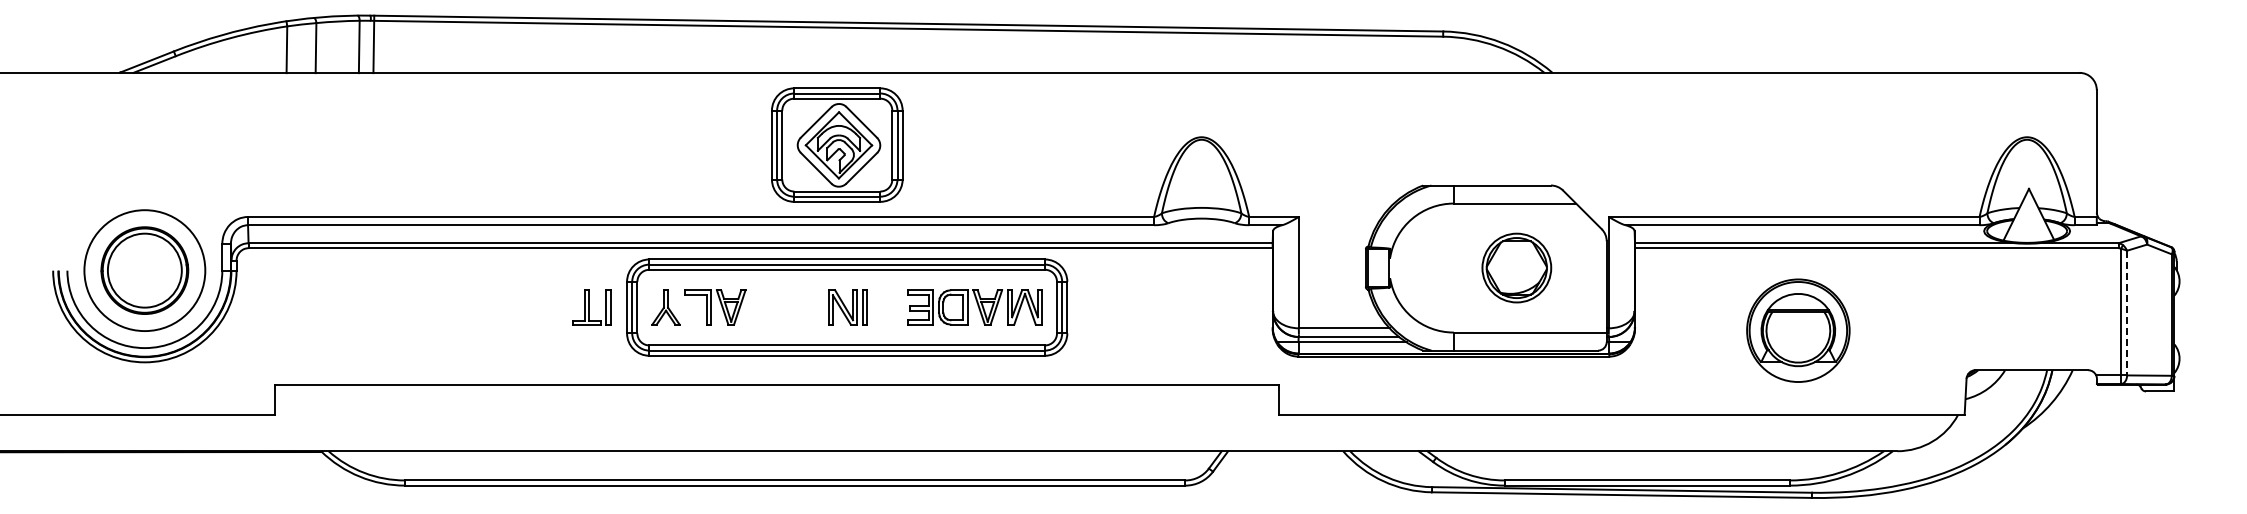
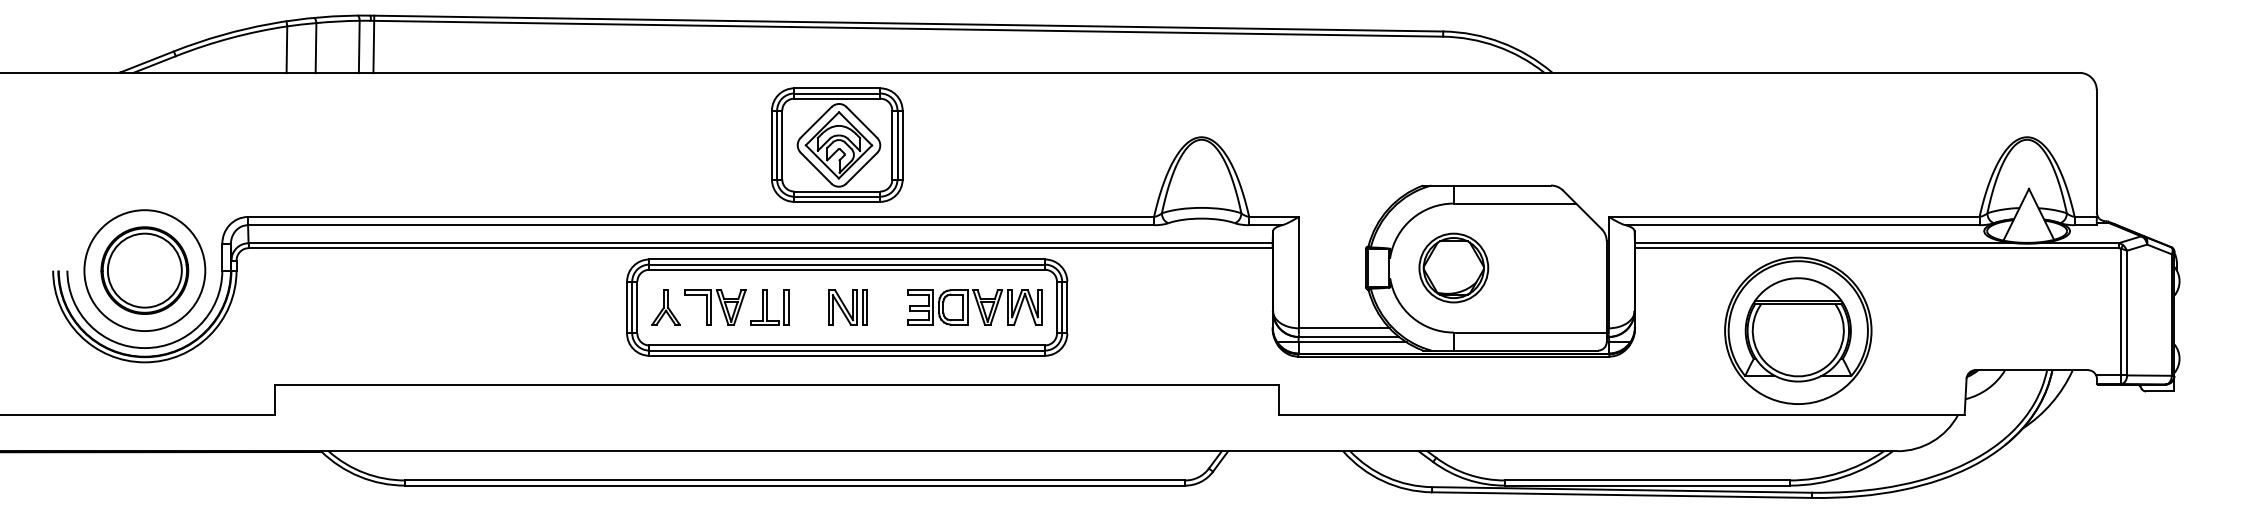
part at (1516, 267) position: (1516, 267) -> (1453, 267)
part at (591, 307) position: (591, 307) -> (769, 307)
line at (2127, 313): dashed -> solid
part at (1798, 330) size: 105x105 px -> 149x149 px
